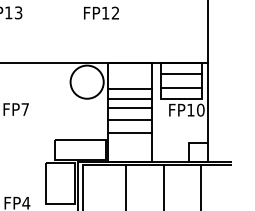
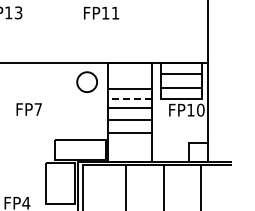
text at (115, 12): FP12 -> FP11
circle at (86, 81) diameter: 33 px -> 20 px
line at (129, 99): solid -> dashed
text at (15, 109) position: (15, 109) -> (28, 109)
